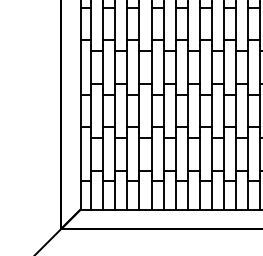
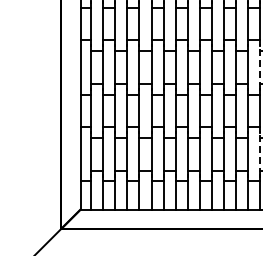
line at (260, 67): solid -> dashed
line at (260, 153): solid -> dashed
